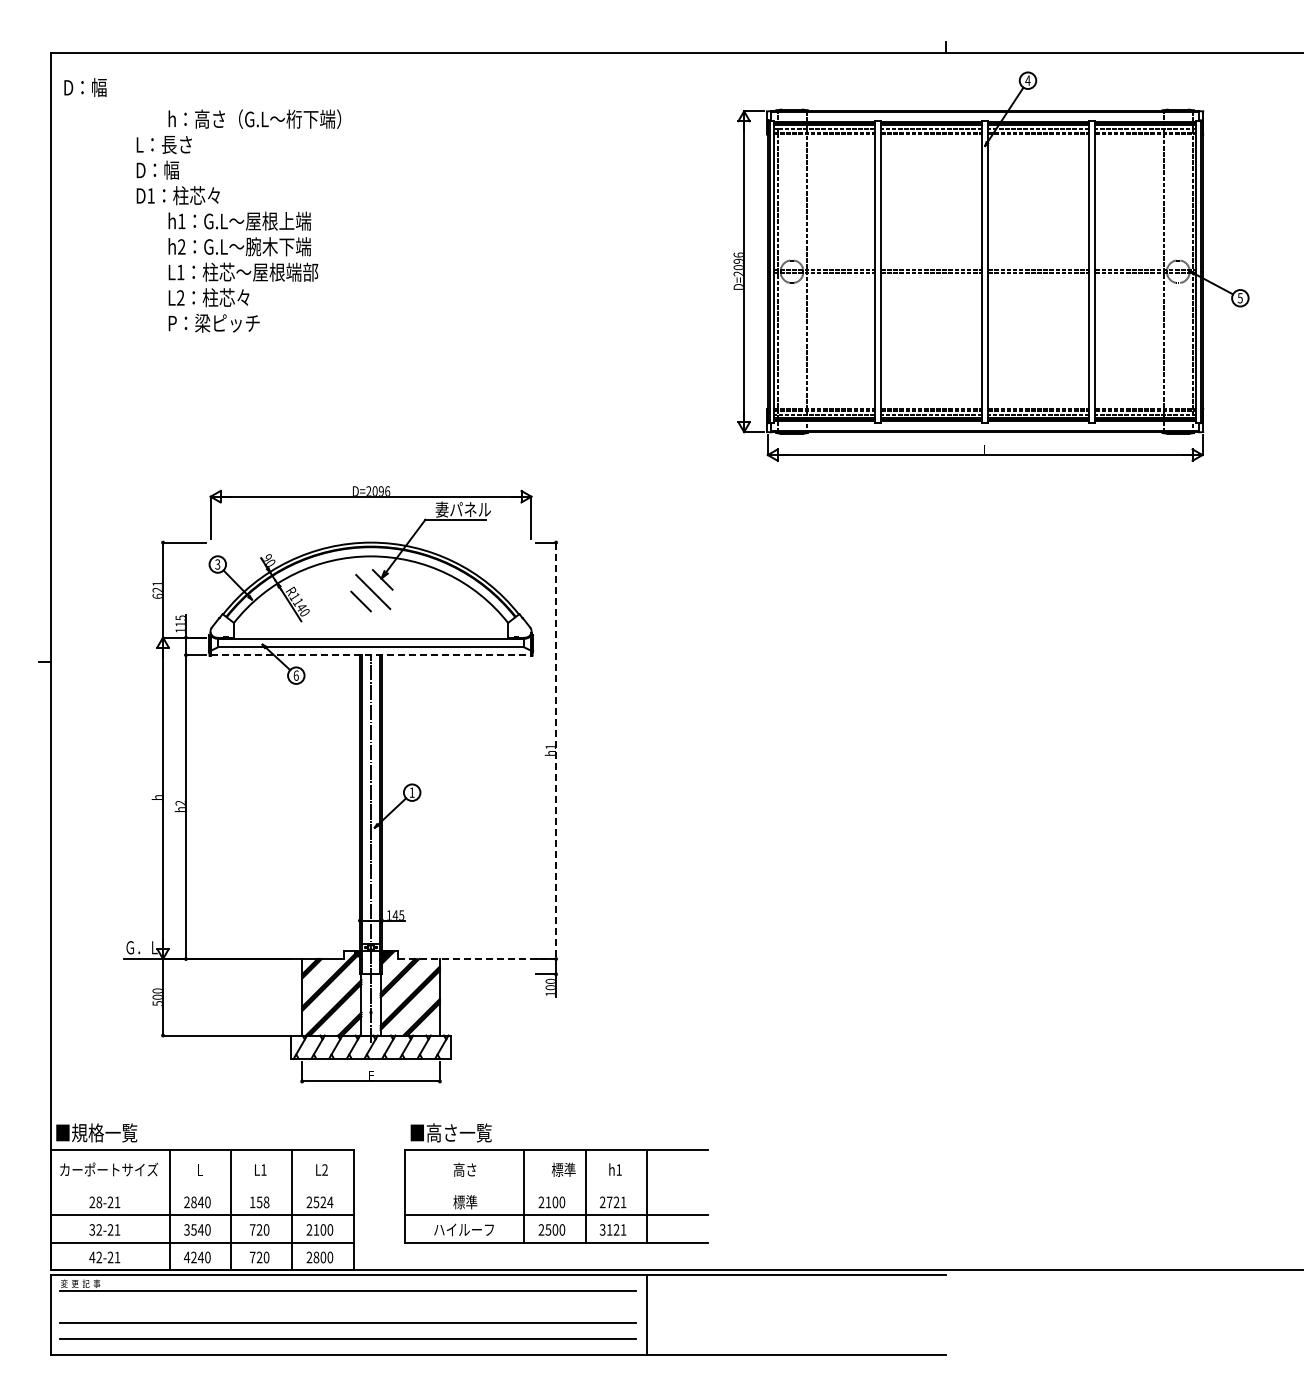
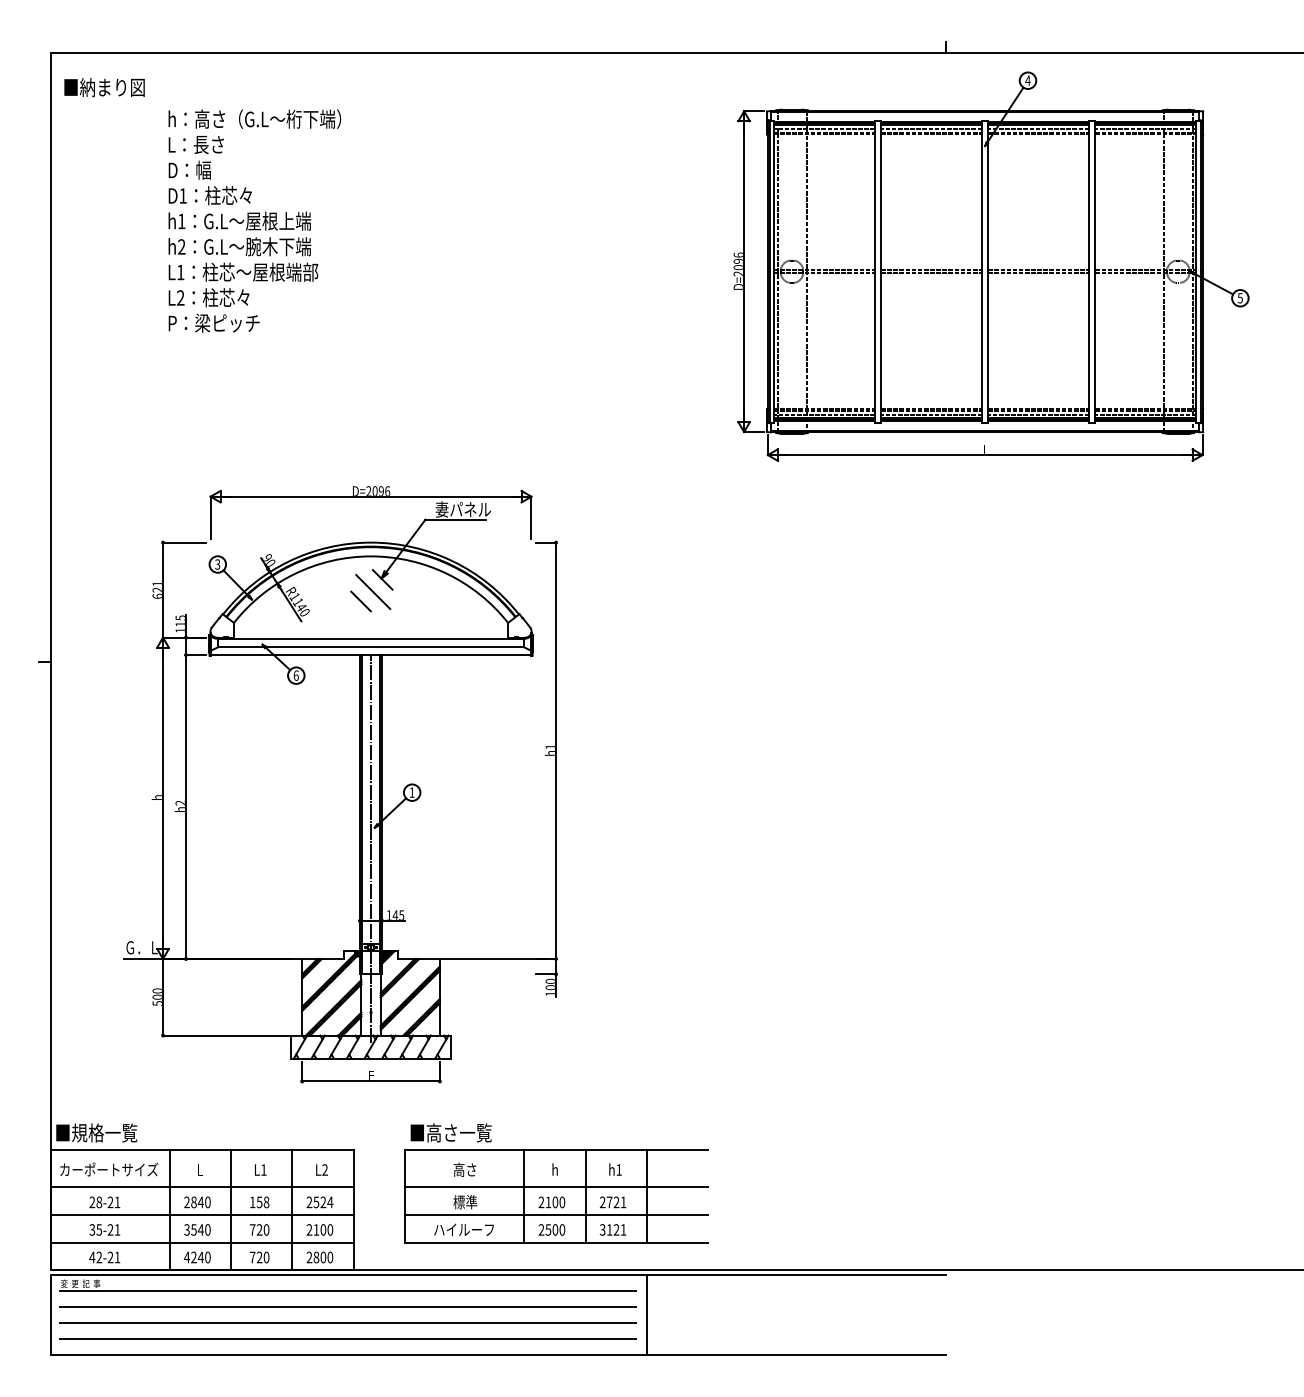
text at (104, 87): D：幅 -> ■納まり図
text at (177, 170) position: (177, 170) -> (209, 170)
line at (371, 655): dashed -> solid
line at (556, 751): dashed -> solid
line at (473, 959): dashed -> solid
text at (563, 1169): 標準 -> h
line at (201, 1187): none -> present
line at (556, 1187): none -> present
text at (99, 1229): 32-21 -> 35-21
line at (347, 1306): none -> present
